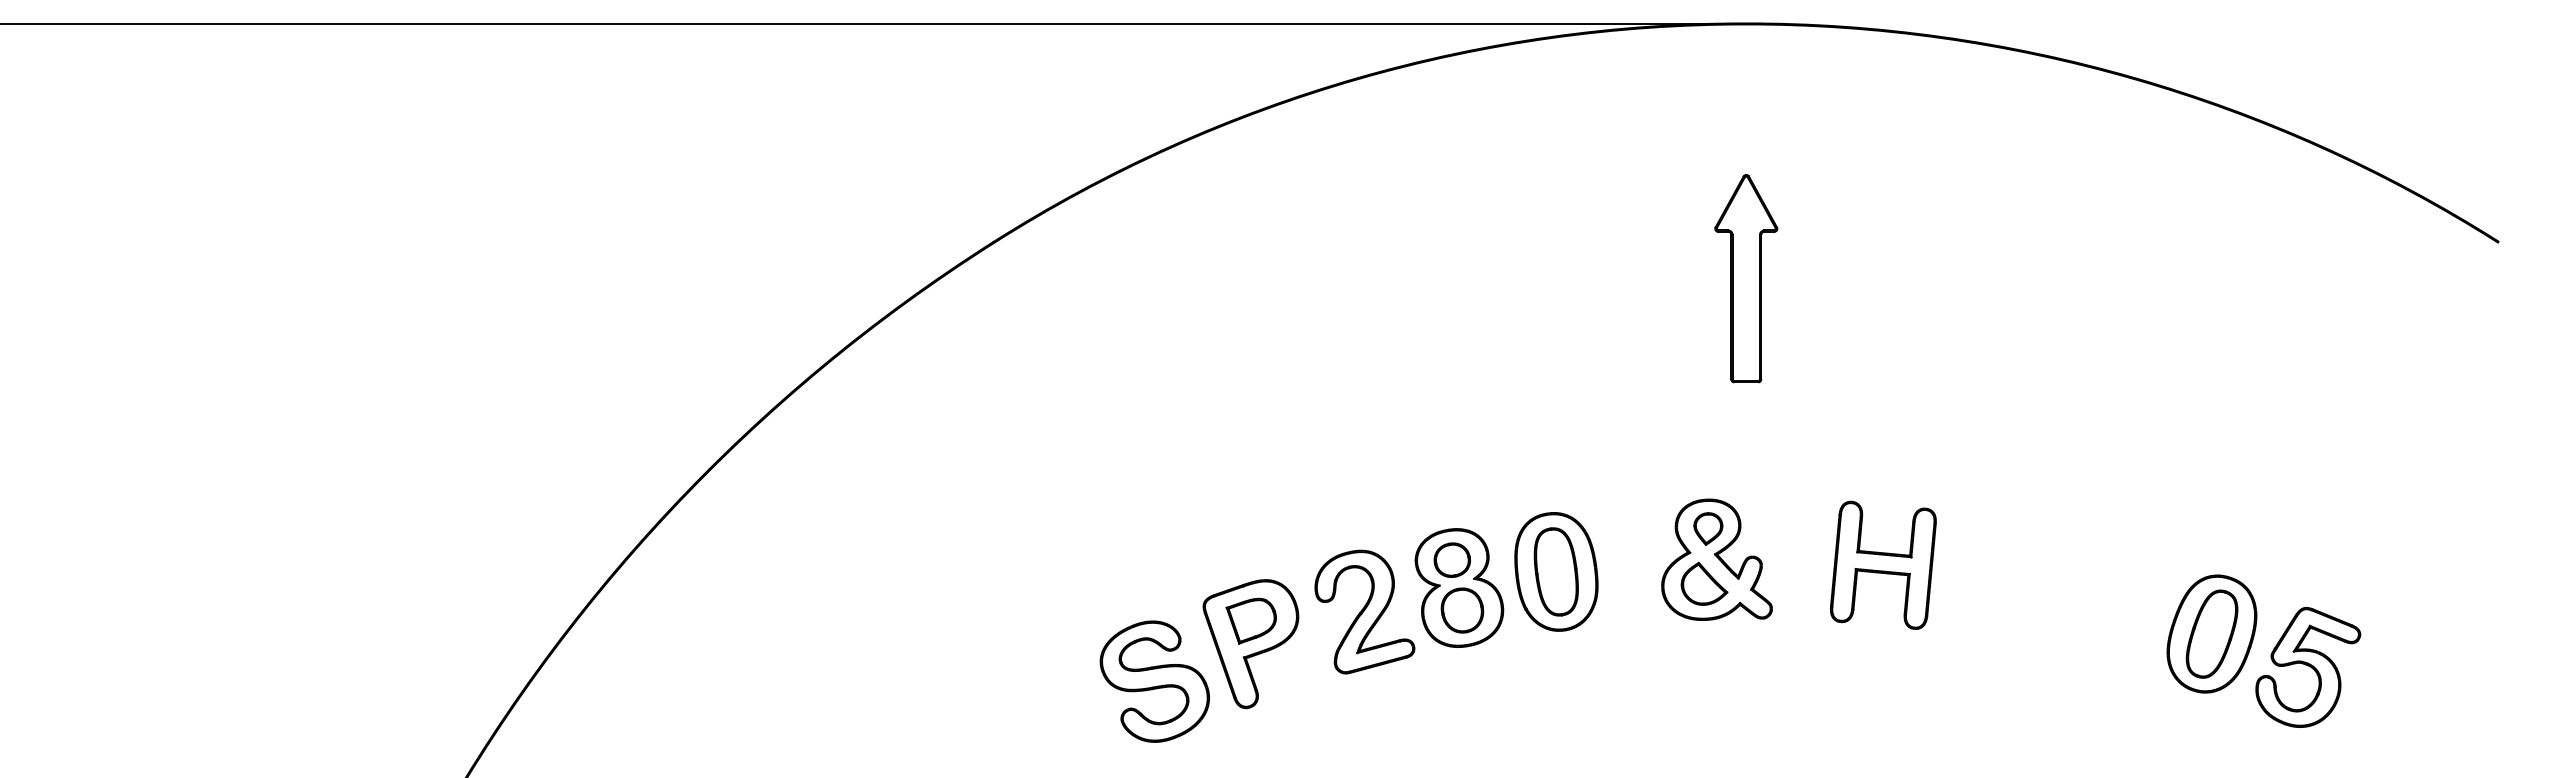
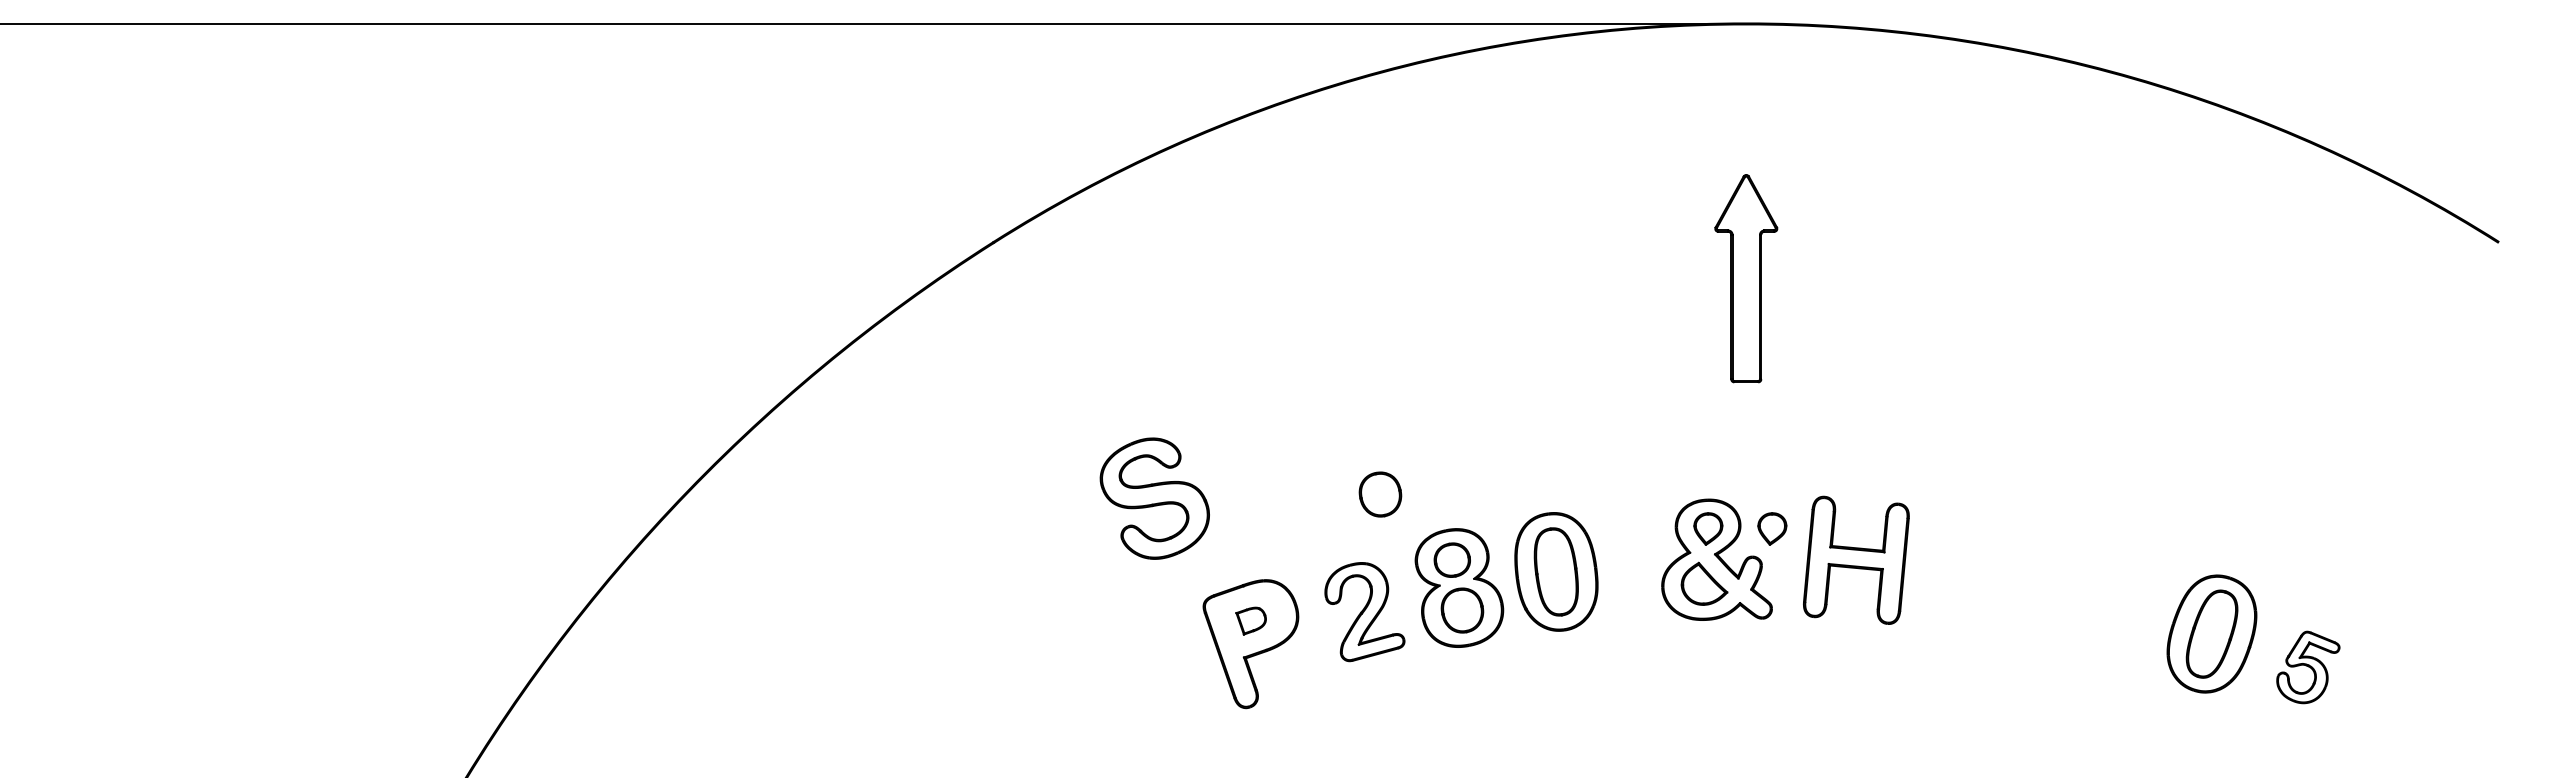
part at (1380, 494): none -> present
part at (1772, 528): none -> present
part at (1883, 564) position: (1883, 564) -> (1856, 559)
part at (1364, 611) size: 102x126 px -> 82x101 px
part at (1250, 620) size: 52x48 px -> 32x30 px
part at (2308, 667) size: 107x121 px -> 65x75 px
part at (1154, 681) position: (1154, 681) -> (1154, 498)
